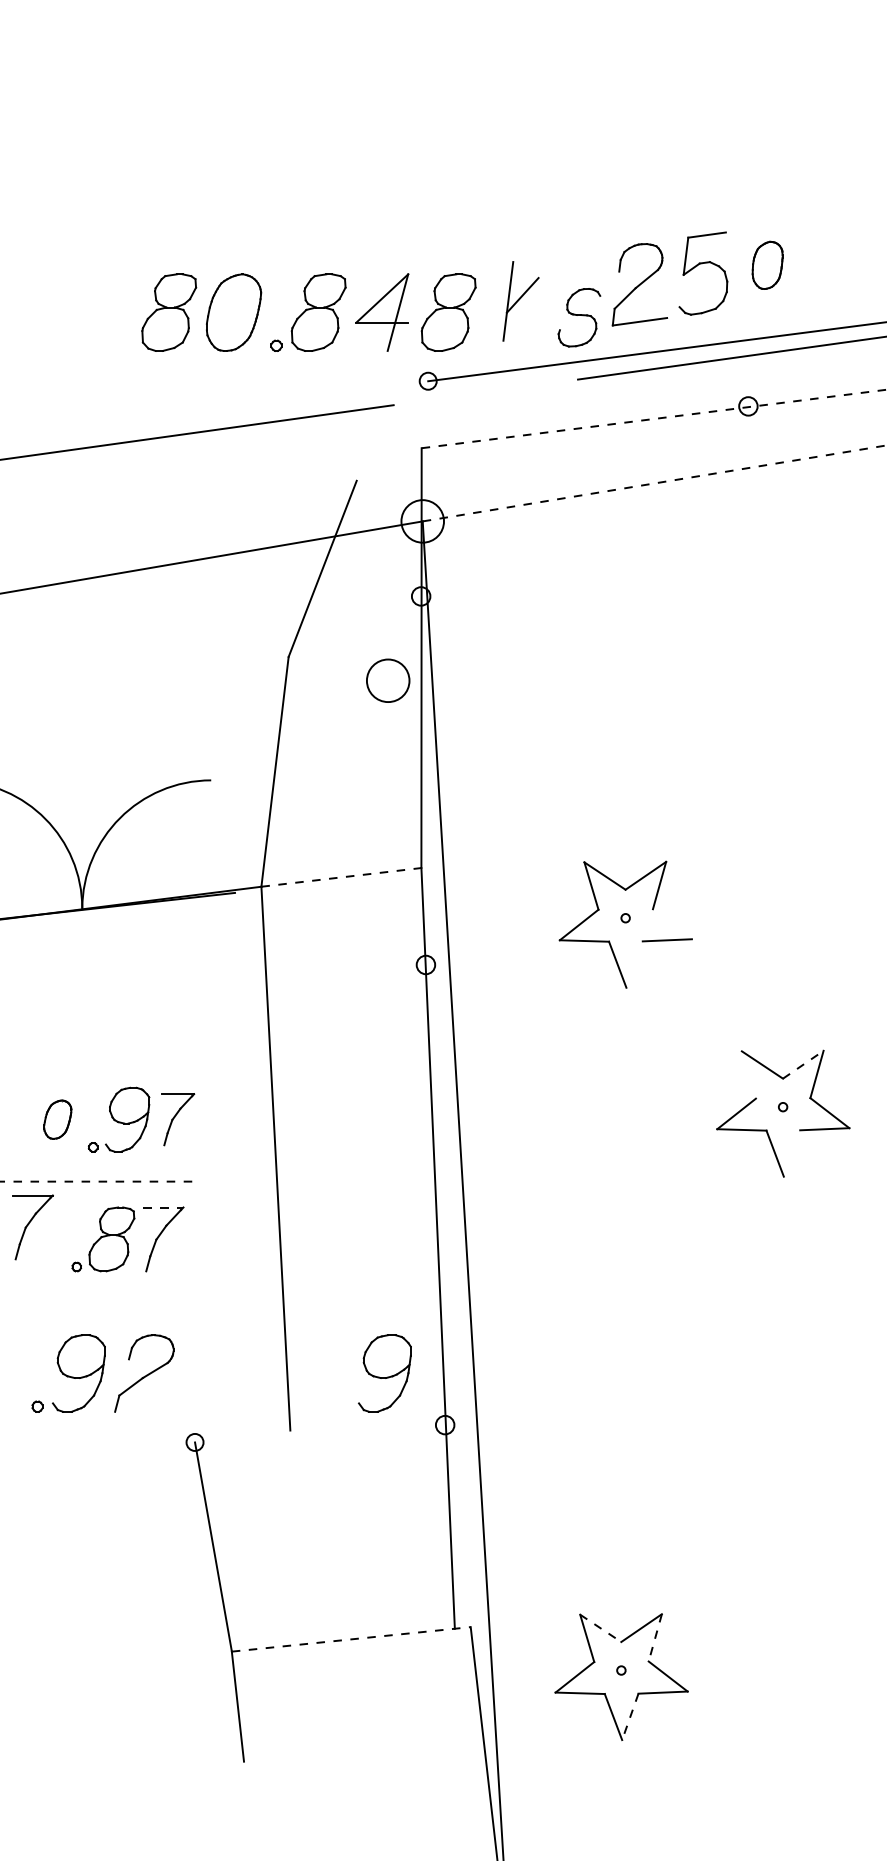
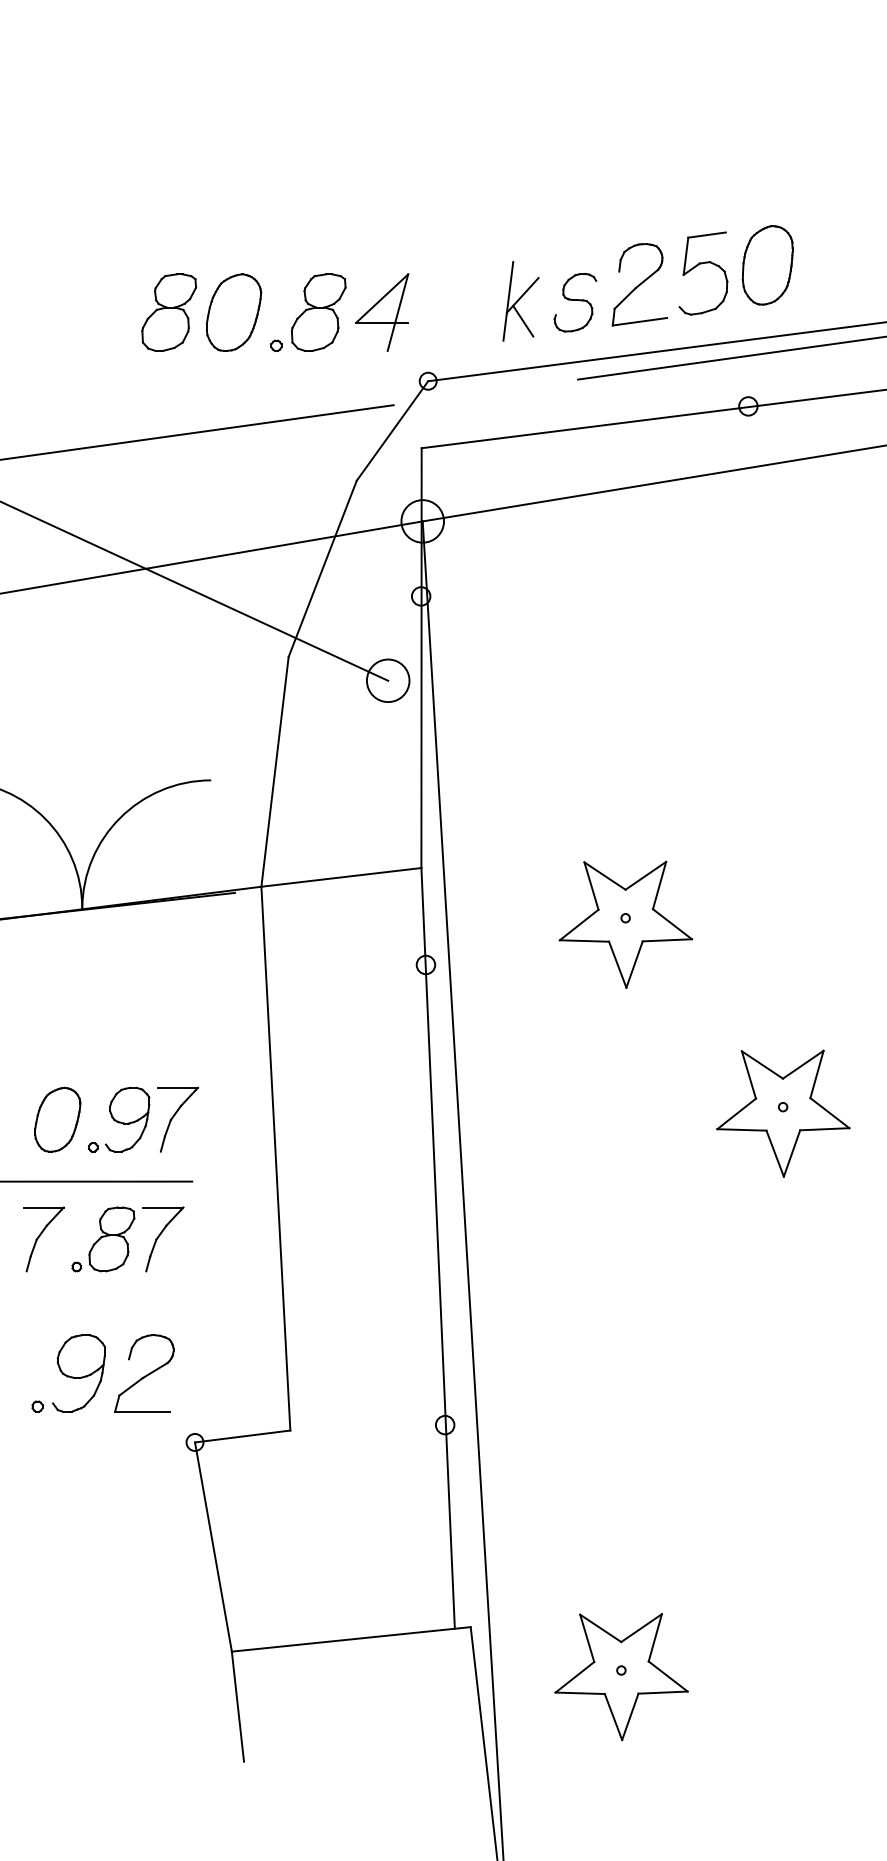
part at (767, 264) size: 33x50 px -> 53x81 px
part at (448, 312): present -> none
part at (579, 317) position: (579, 317) -> (575, 302)
line at (523, 320): none -> present
line at (654, 418): dashed -> solid
line at (392, 430): none -> present
line at (654, 483): dashed -> solid
line at (195, 591): none -> present
line at (341, 877): dashed -> solid
line at (671, 924): none -> present
line at (634, 964): none -> present
line at (803, 1064): dashed -> solid
line at (748, 1074): none -> present
part at (57, 1119) size: 30x41 px -> 48x67 px
part at (178, 1119) size: 35x54 px -> 43x67 px
line at (791, 1153): none -> present
line at (96, 1181): dashed -> solid
line at (163, 1207): dashed -> solid
part at (32, 1227) position: (32, 1227) -> (43, 1239)
part at (384, 1373): present -> none
line at (142, 1411): none -> present
line at (242, 1436): none -> present
line at (600, 1628): dashed -> solid
line at (655, 1637): dashed -> solid
line at (351, 1639): dashed -> solid
line at (630, 1716): dashed -> solid
